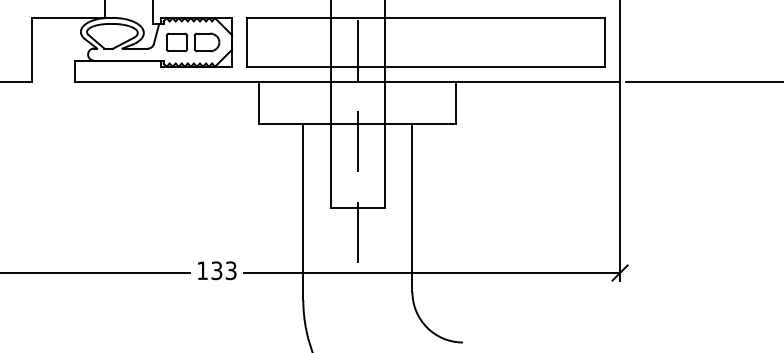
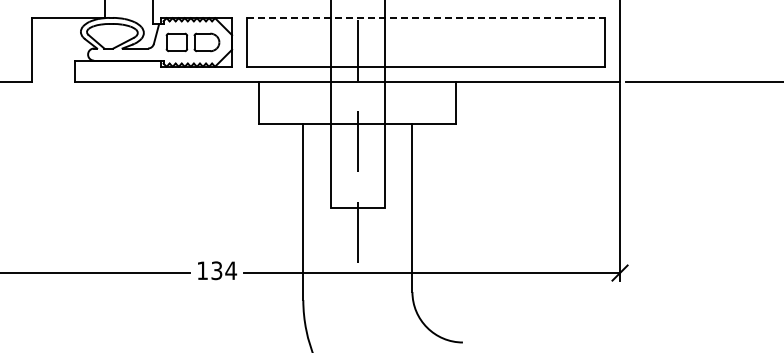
line at (426, 18): solid -> dashed
text at (231, 270): 133 -> 134
